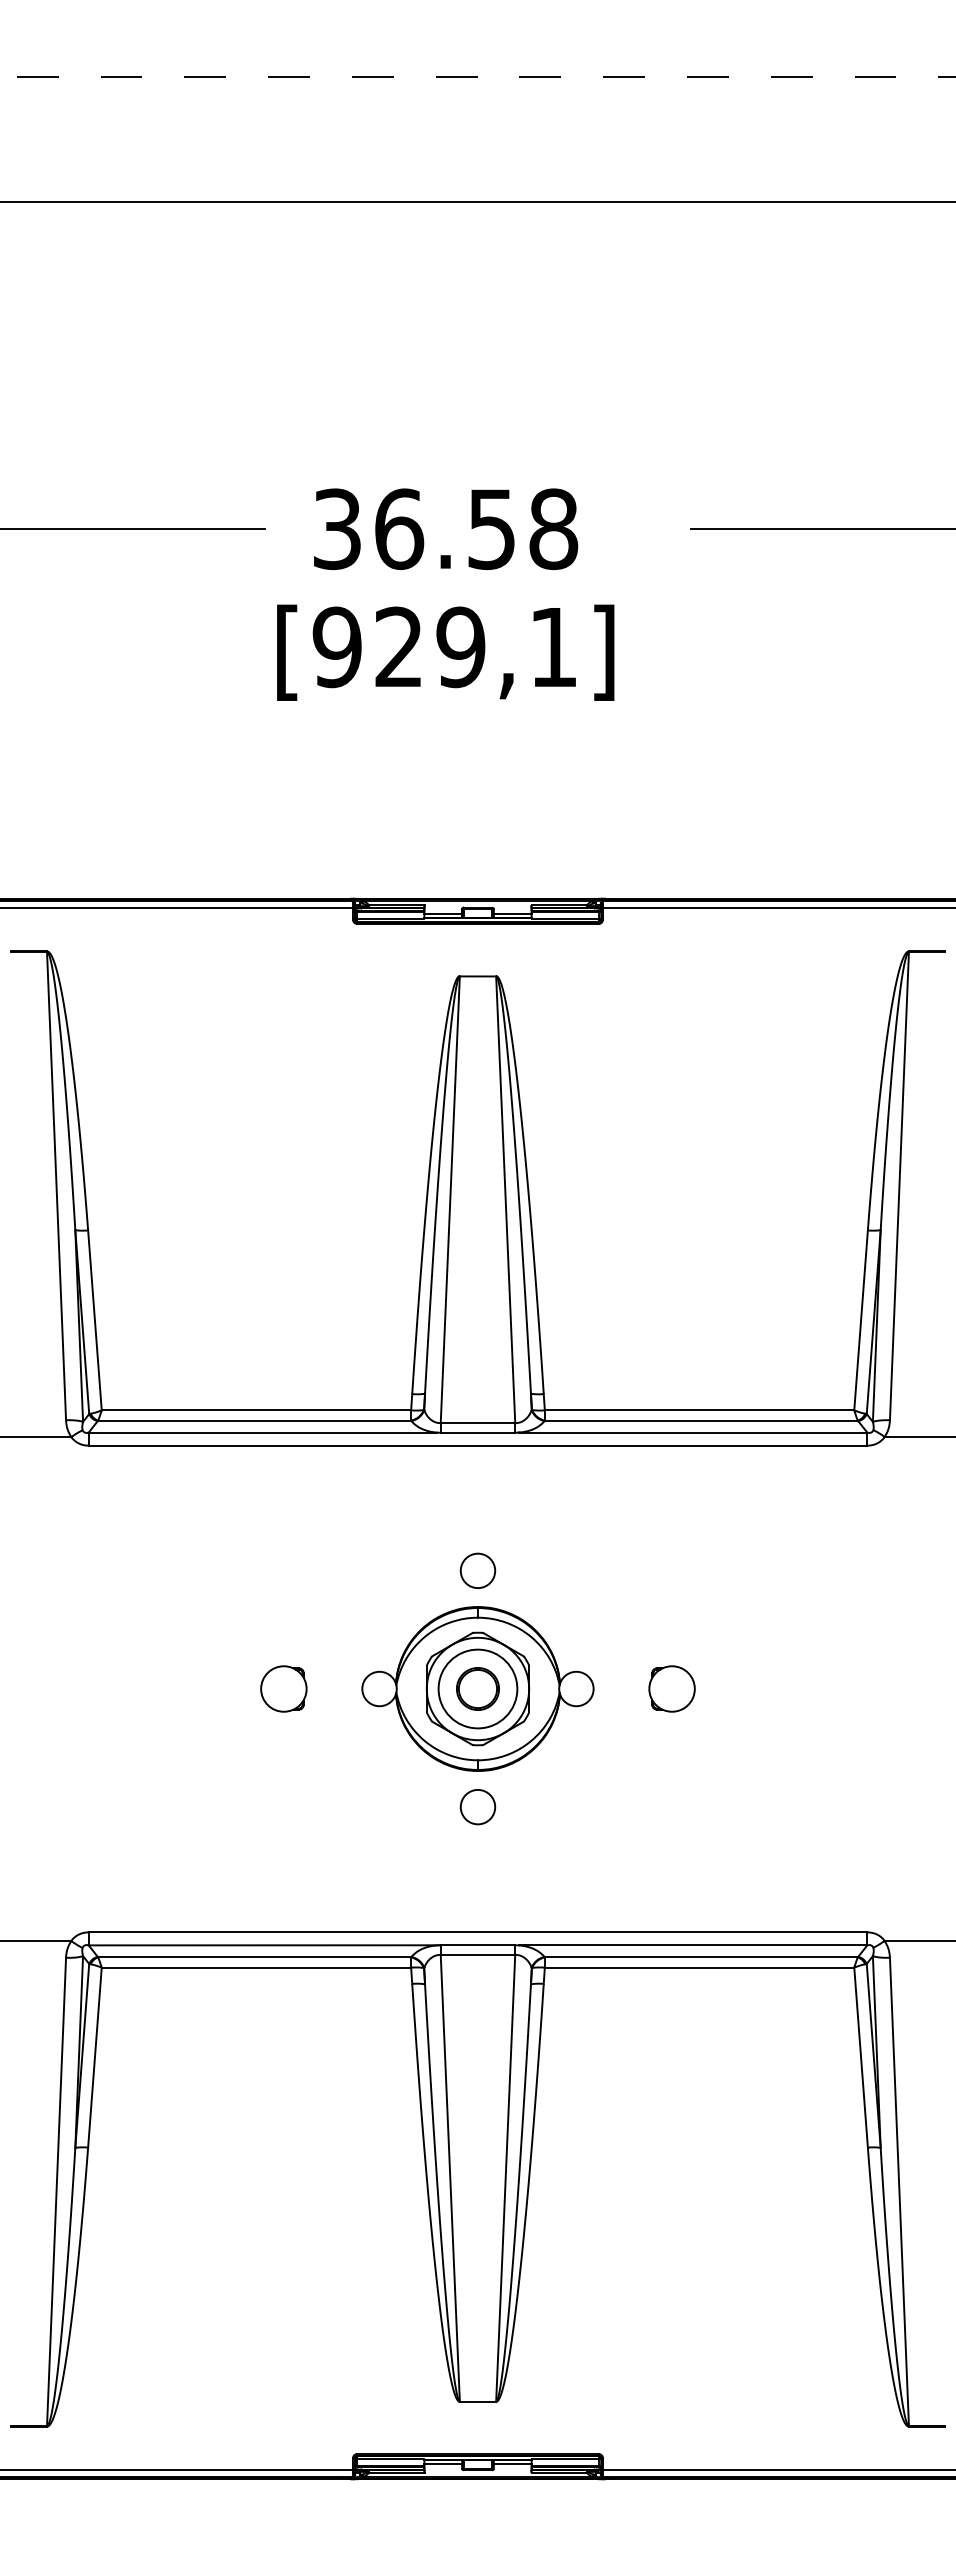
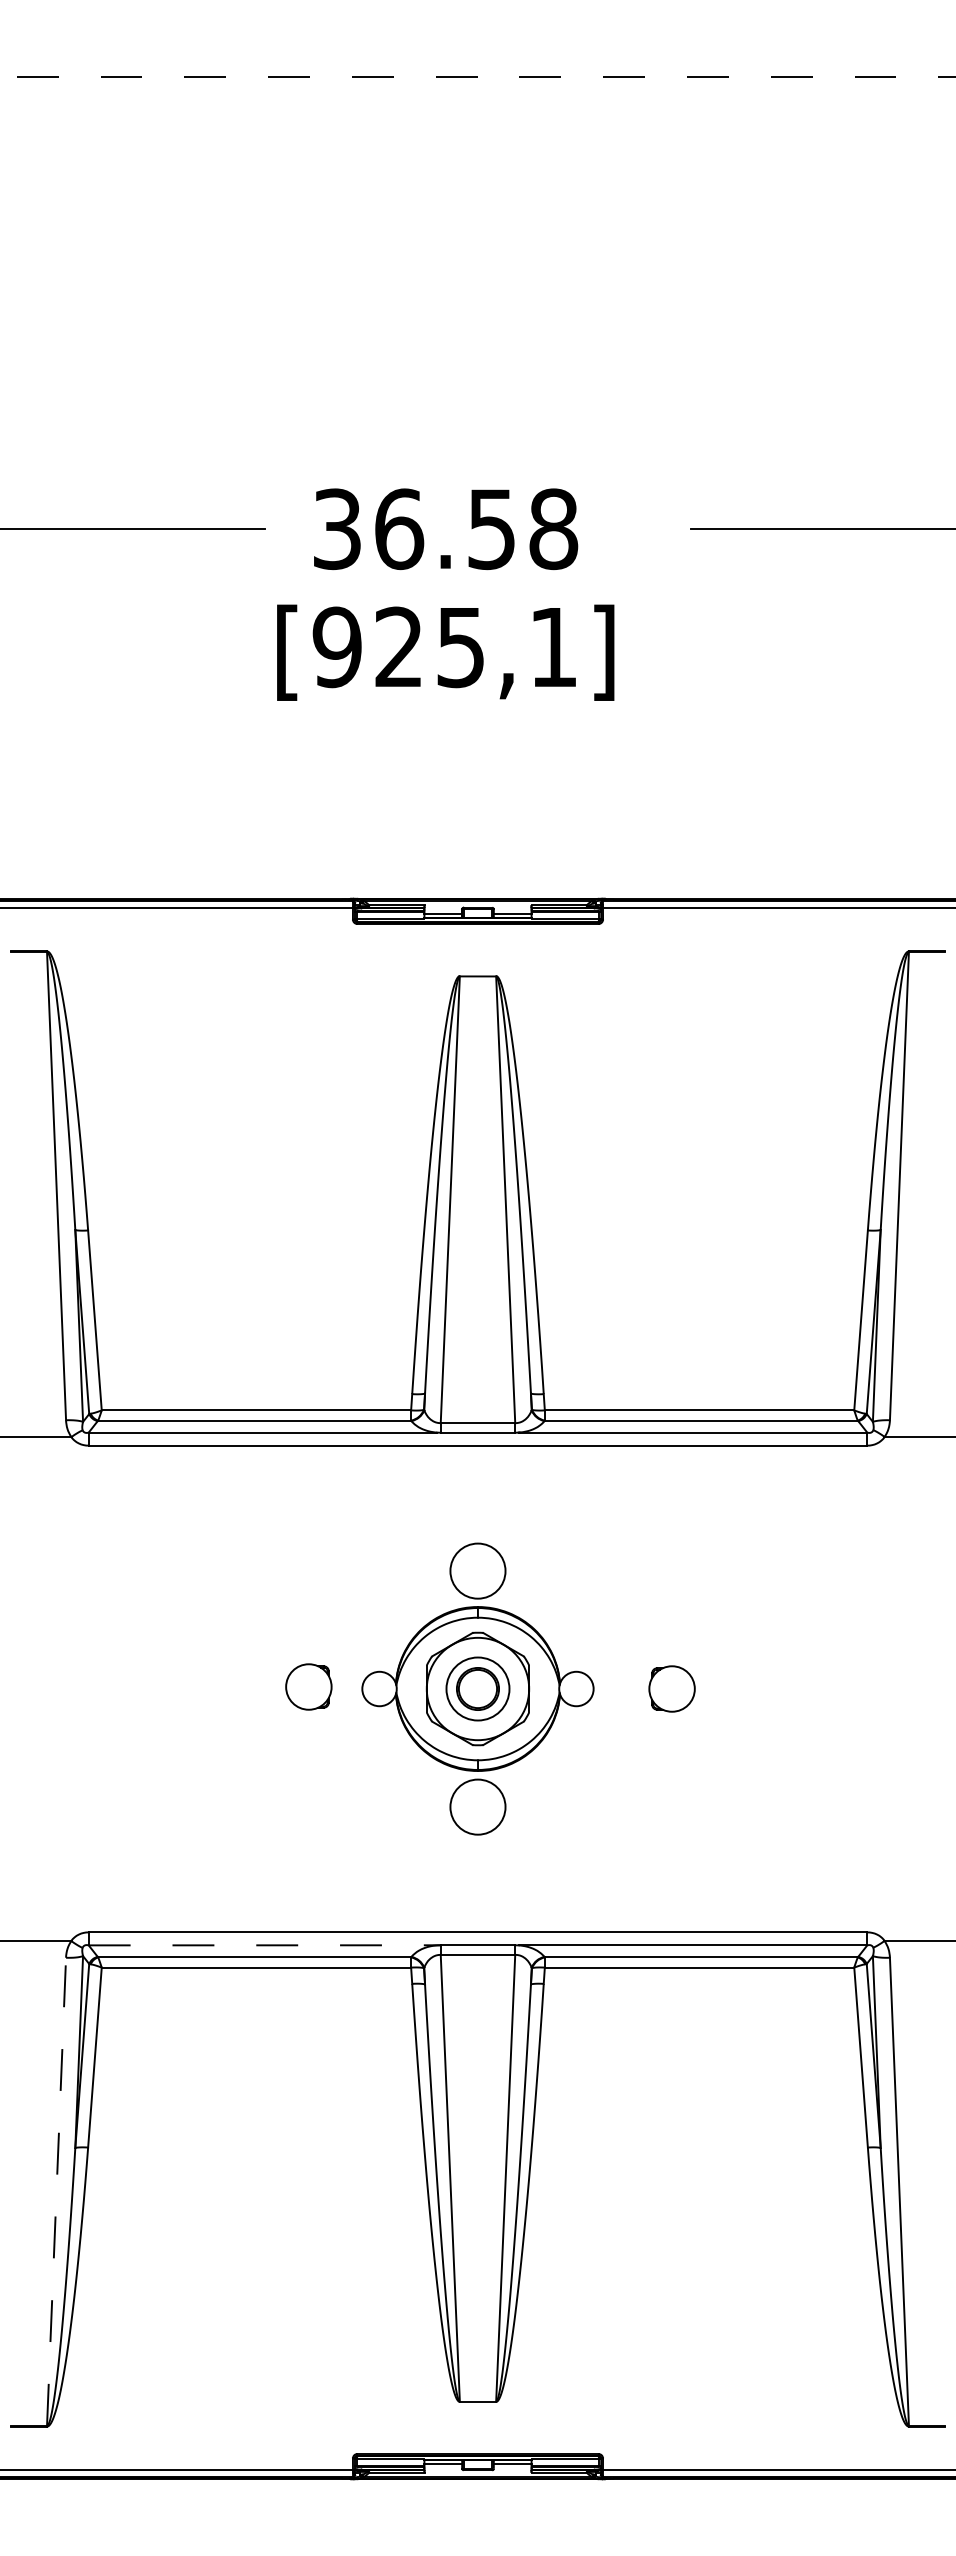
line at (477, 202): present -> none
text at (460, 647): [929,1] -> [925,1]
circle at (477, 1570) size: 38x37 px -> 58x58 px
part at (283, 1688) position: (283, 1688) -> (308, 1686)
circle at (477, 1688) diameter: 79 px -> 63 px
circle at (477, 1806) diameter: 34 px -> 55 px
line at (264, 1945): solid -> dashed
line at (56, 2191): solid -> dashed
